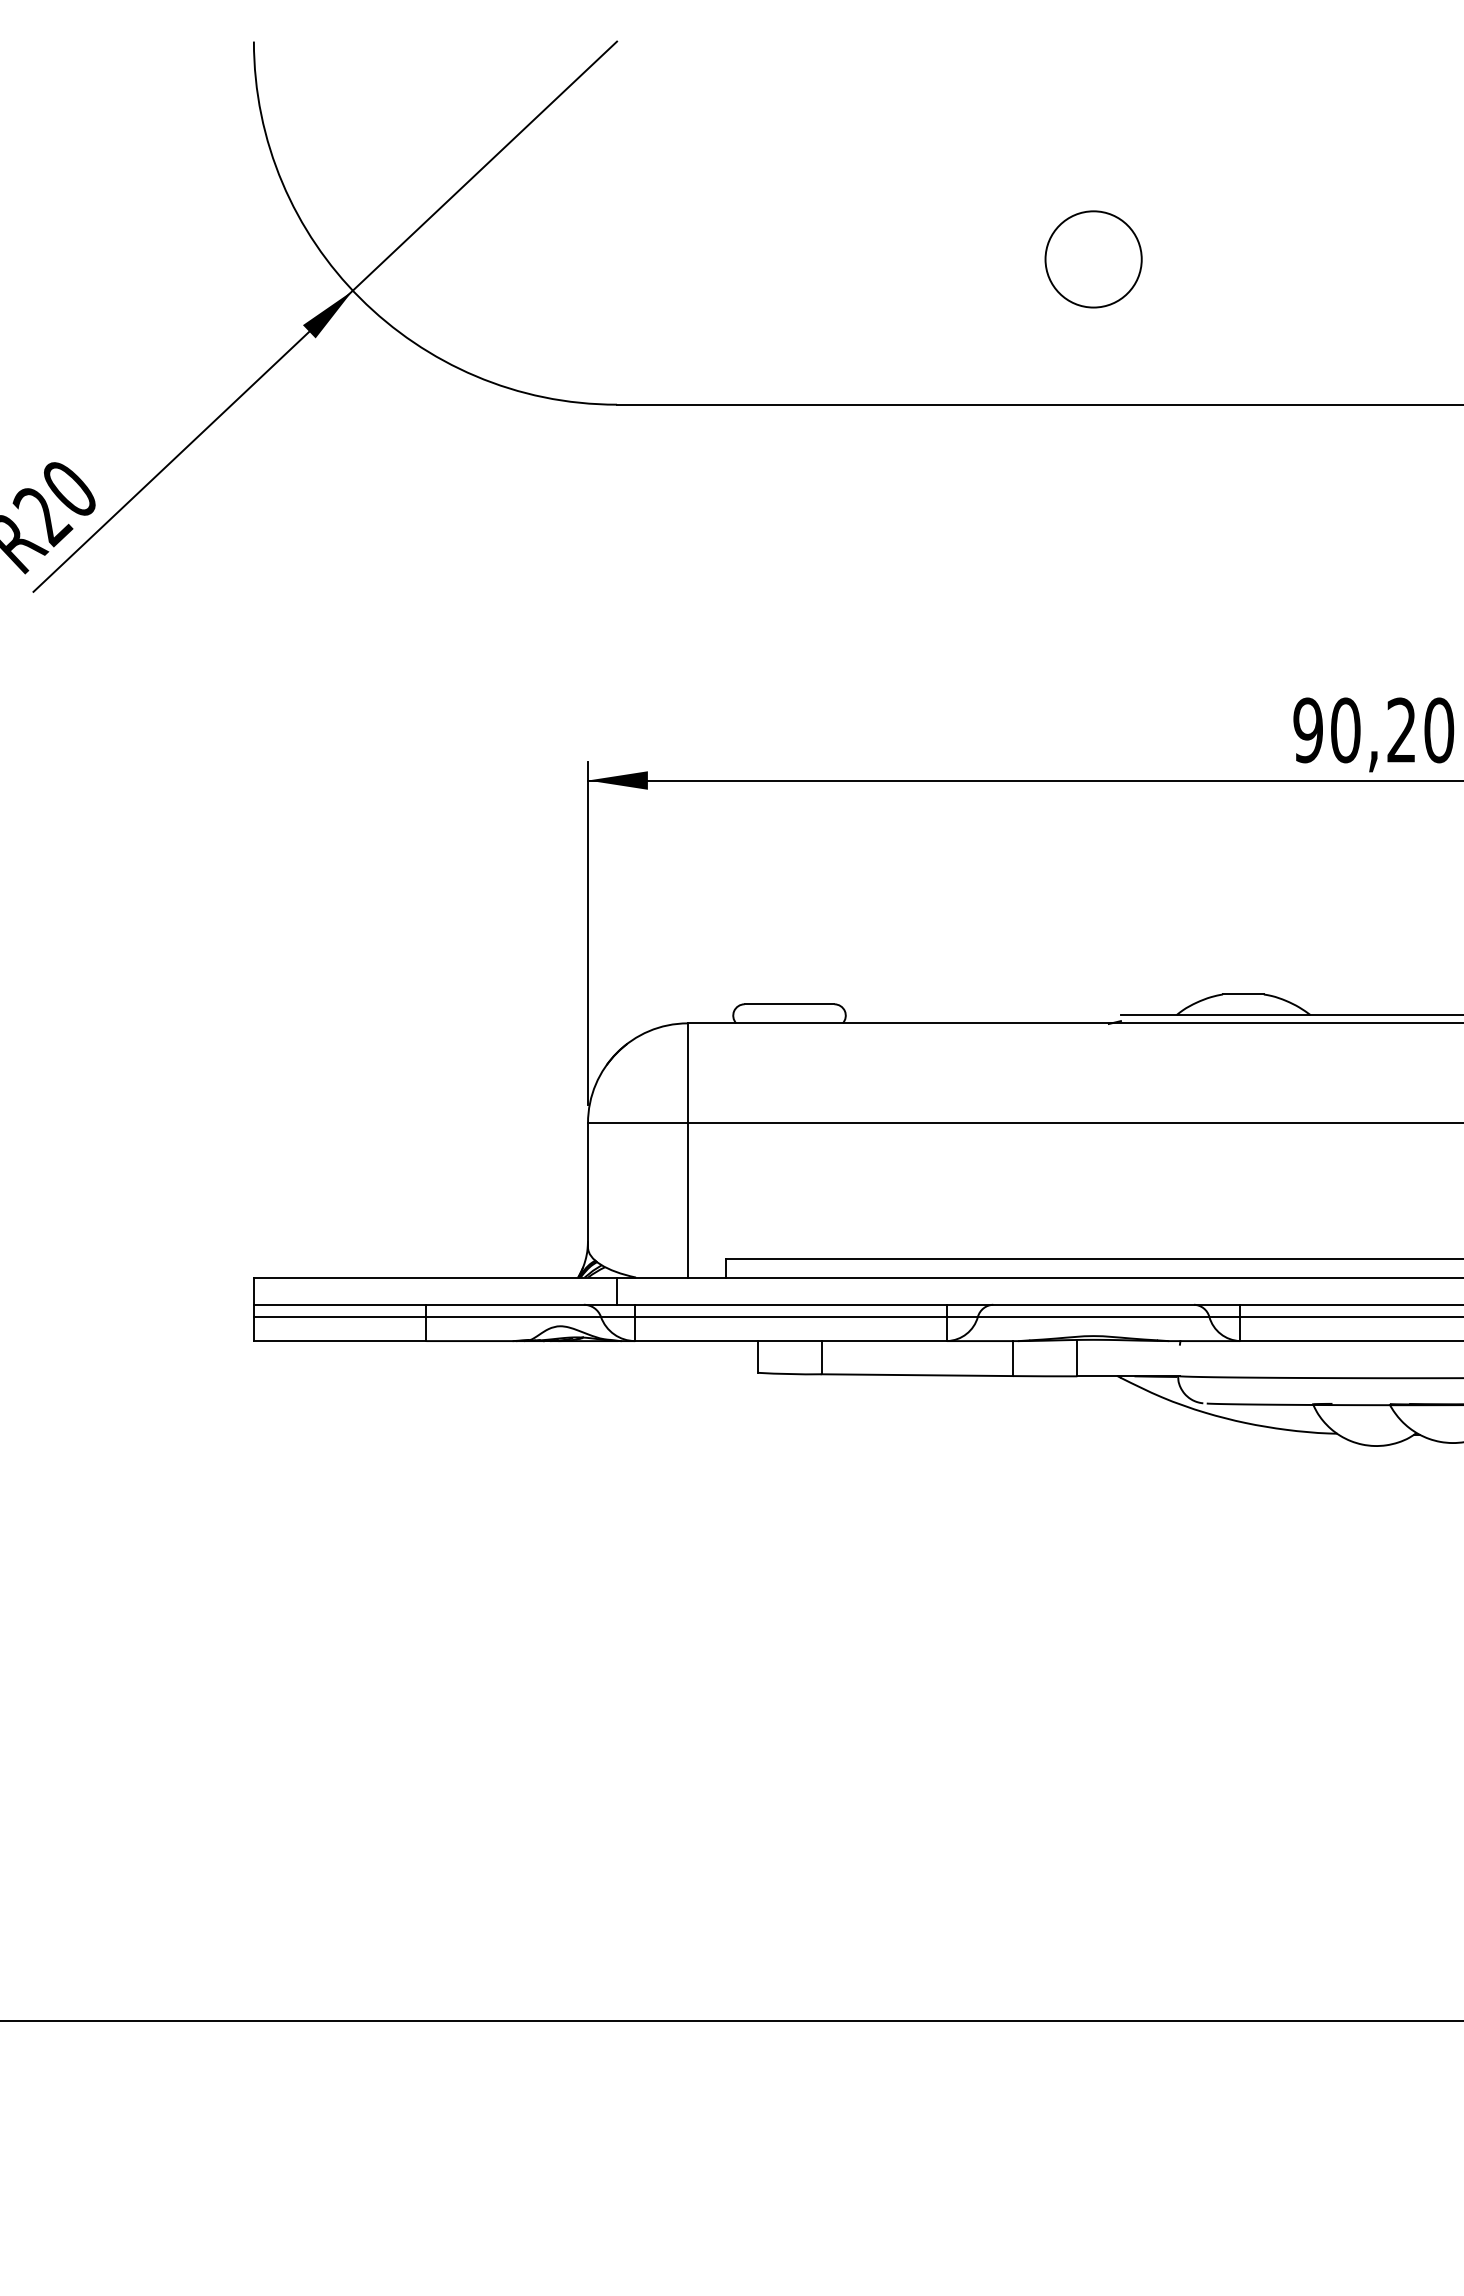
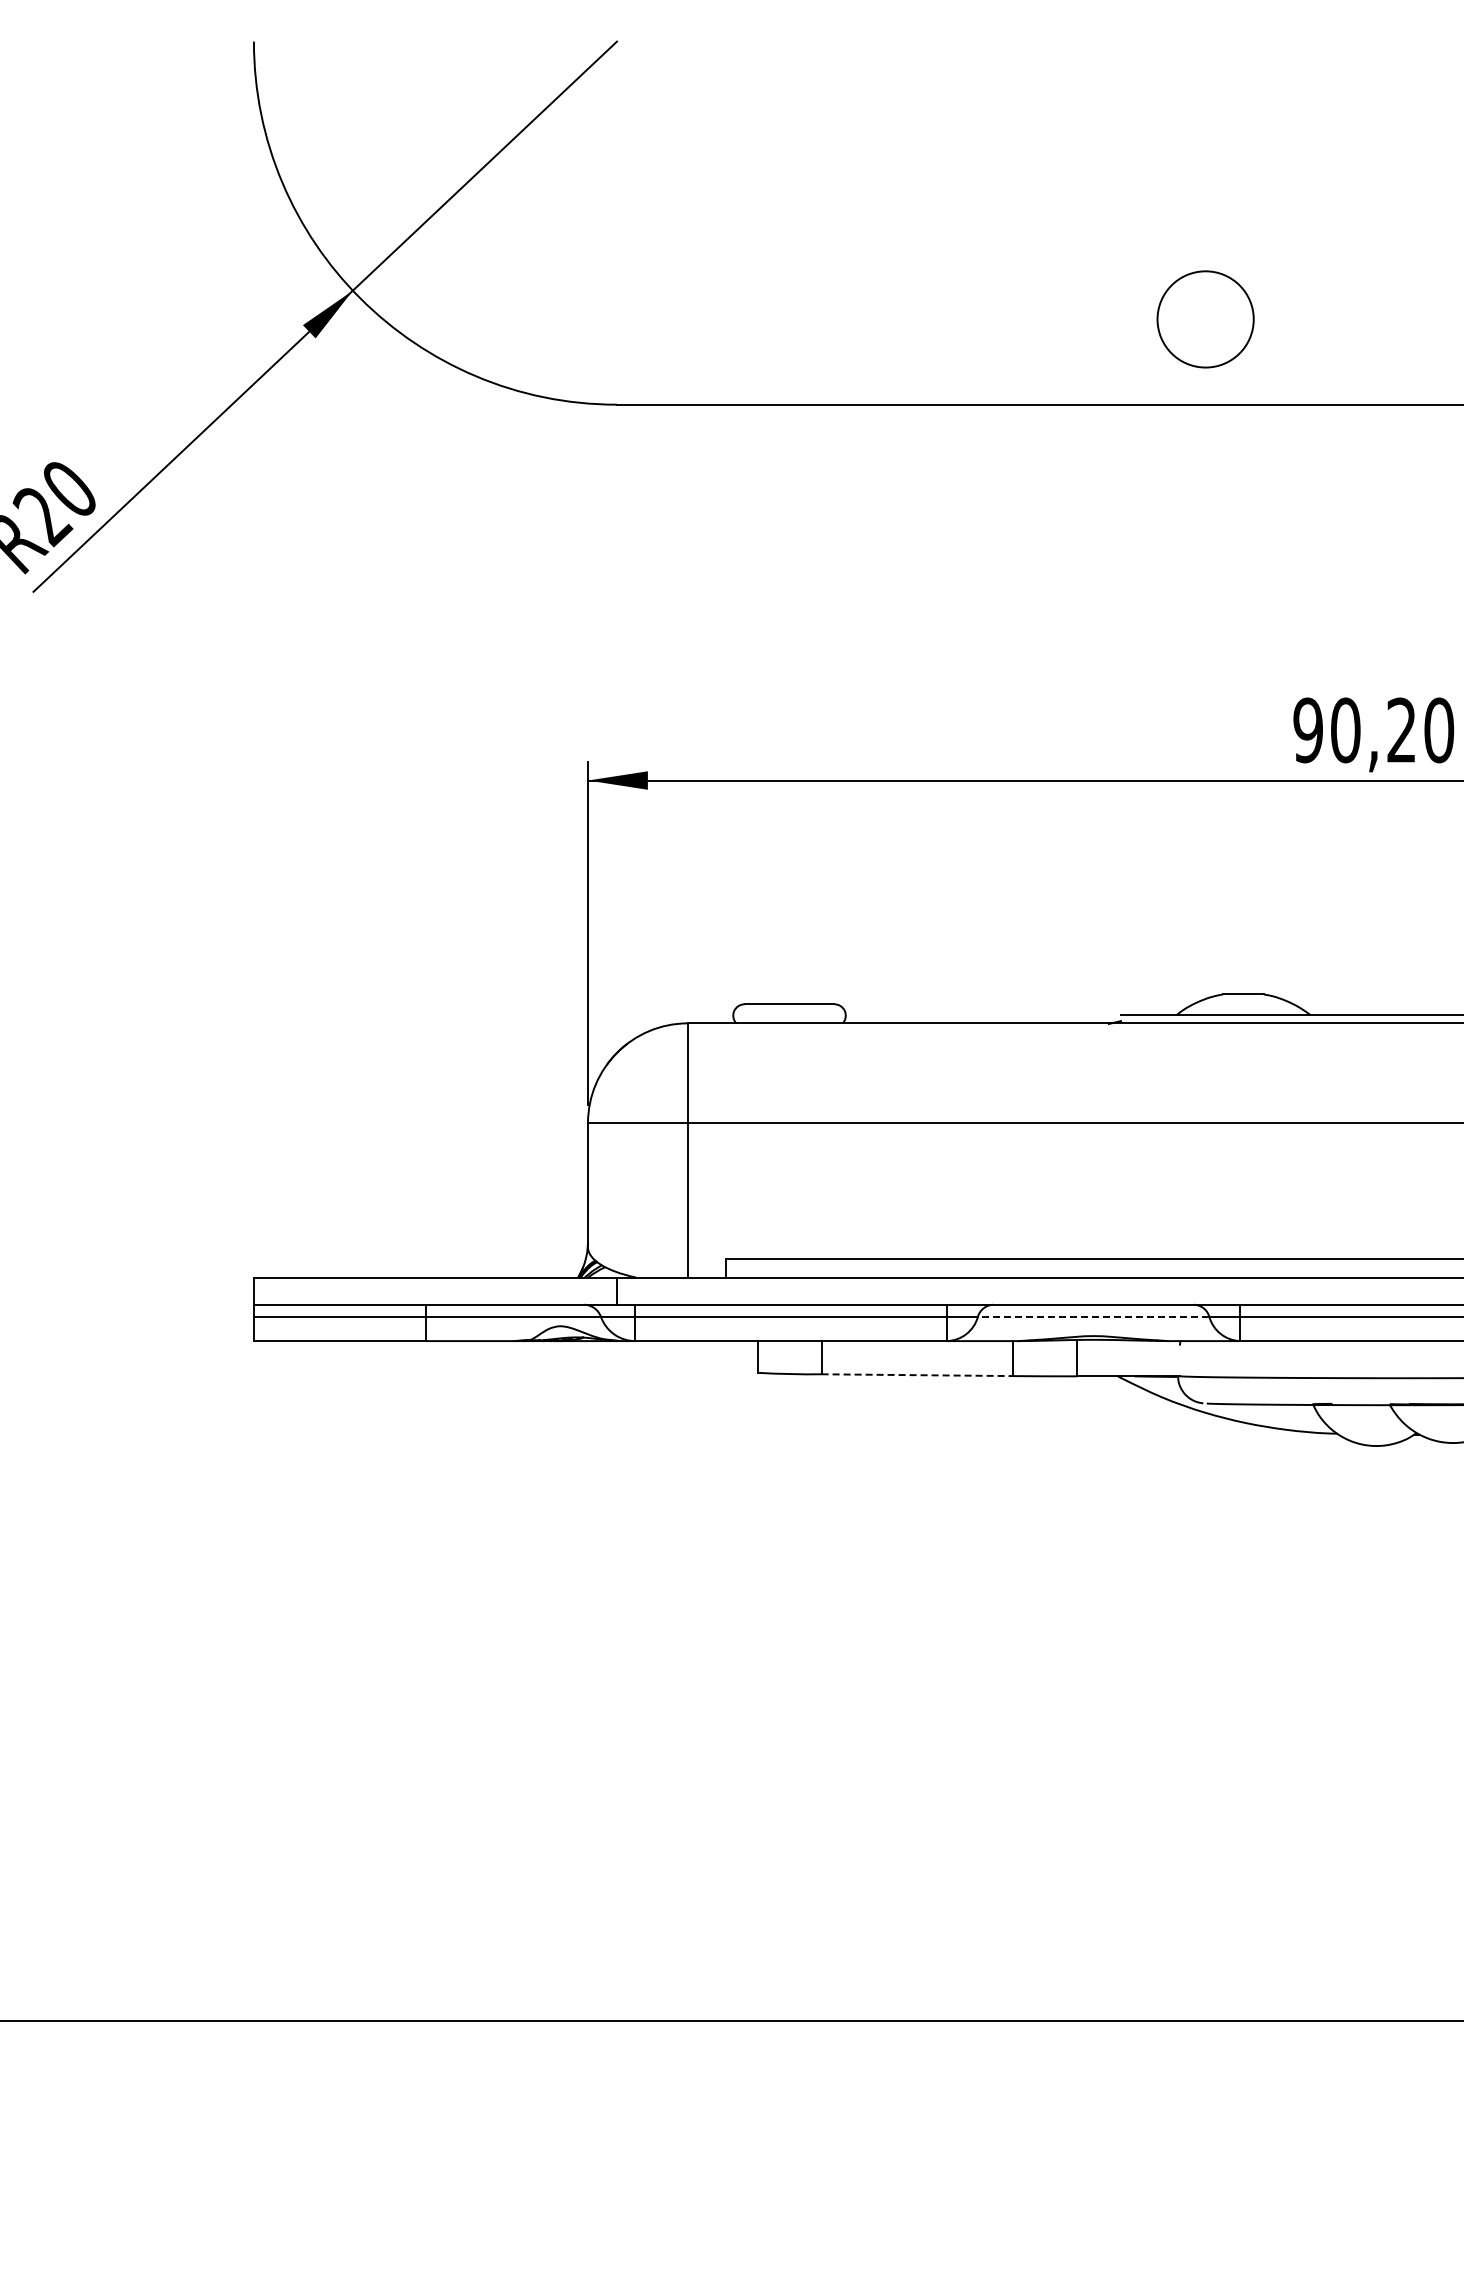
circle at (1093, 259) position: (1093, 259) -> (1205, 319)
line at (1093, 1316): solid -> dashed
line at (917, 1375): solid -> dashed
